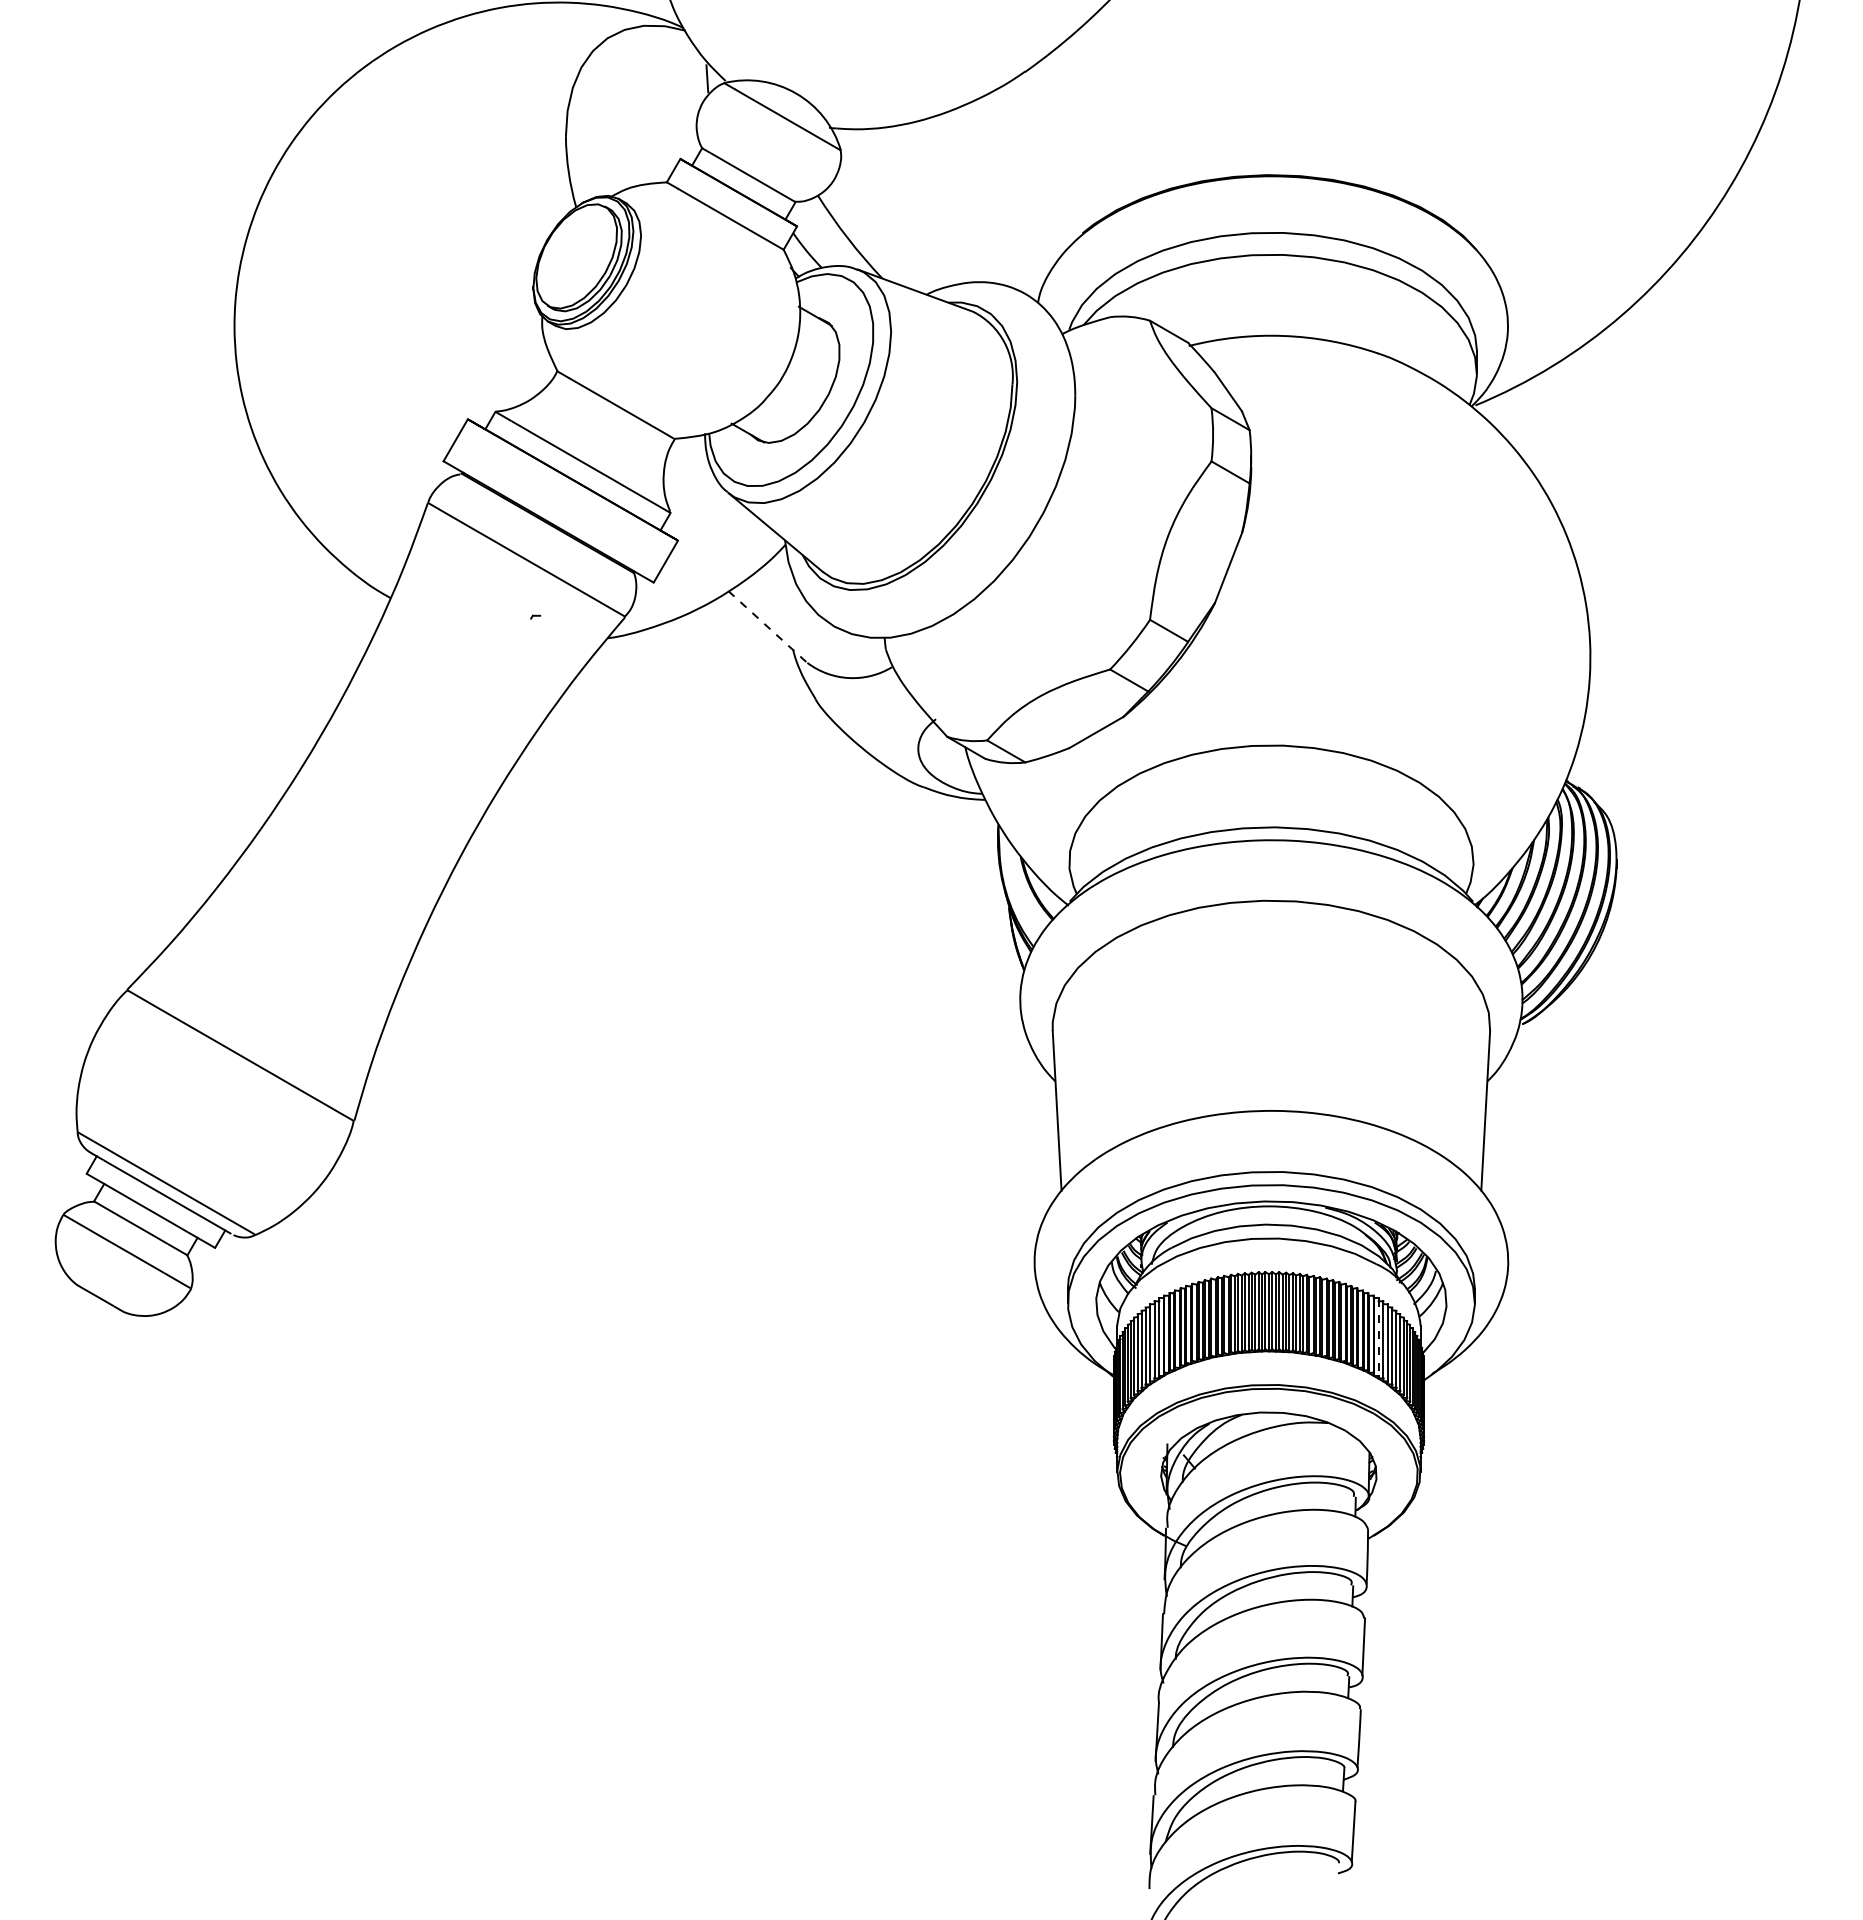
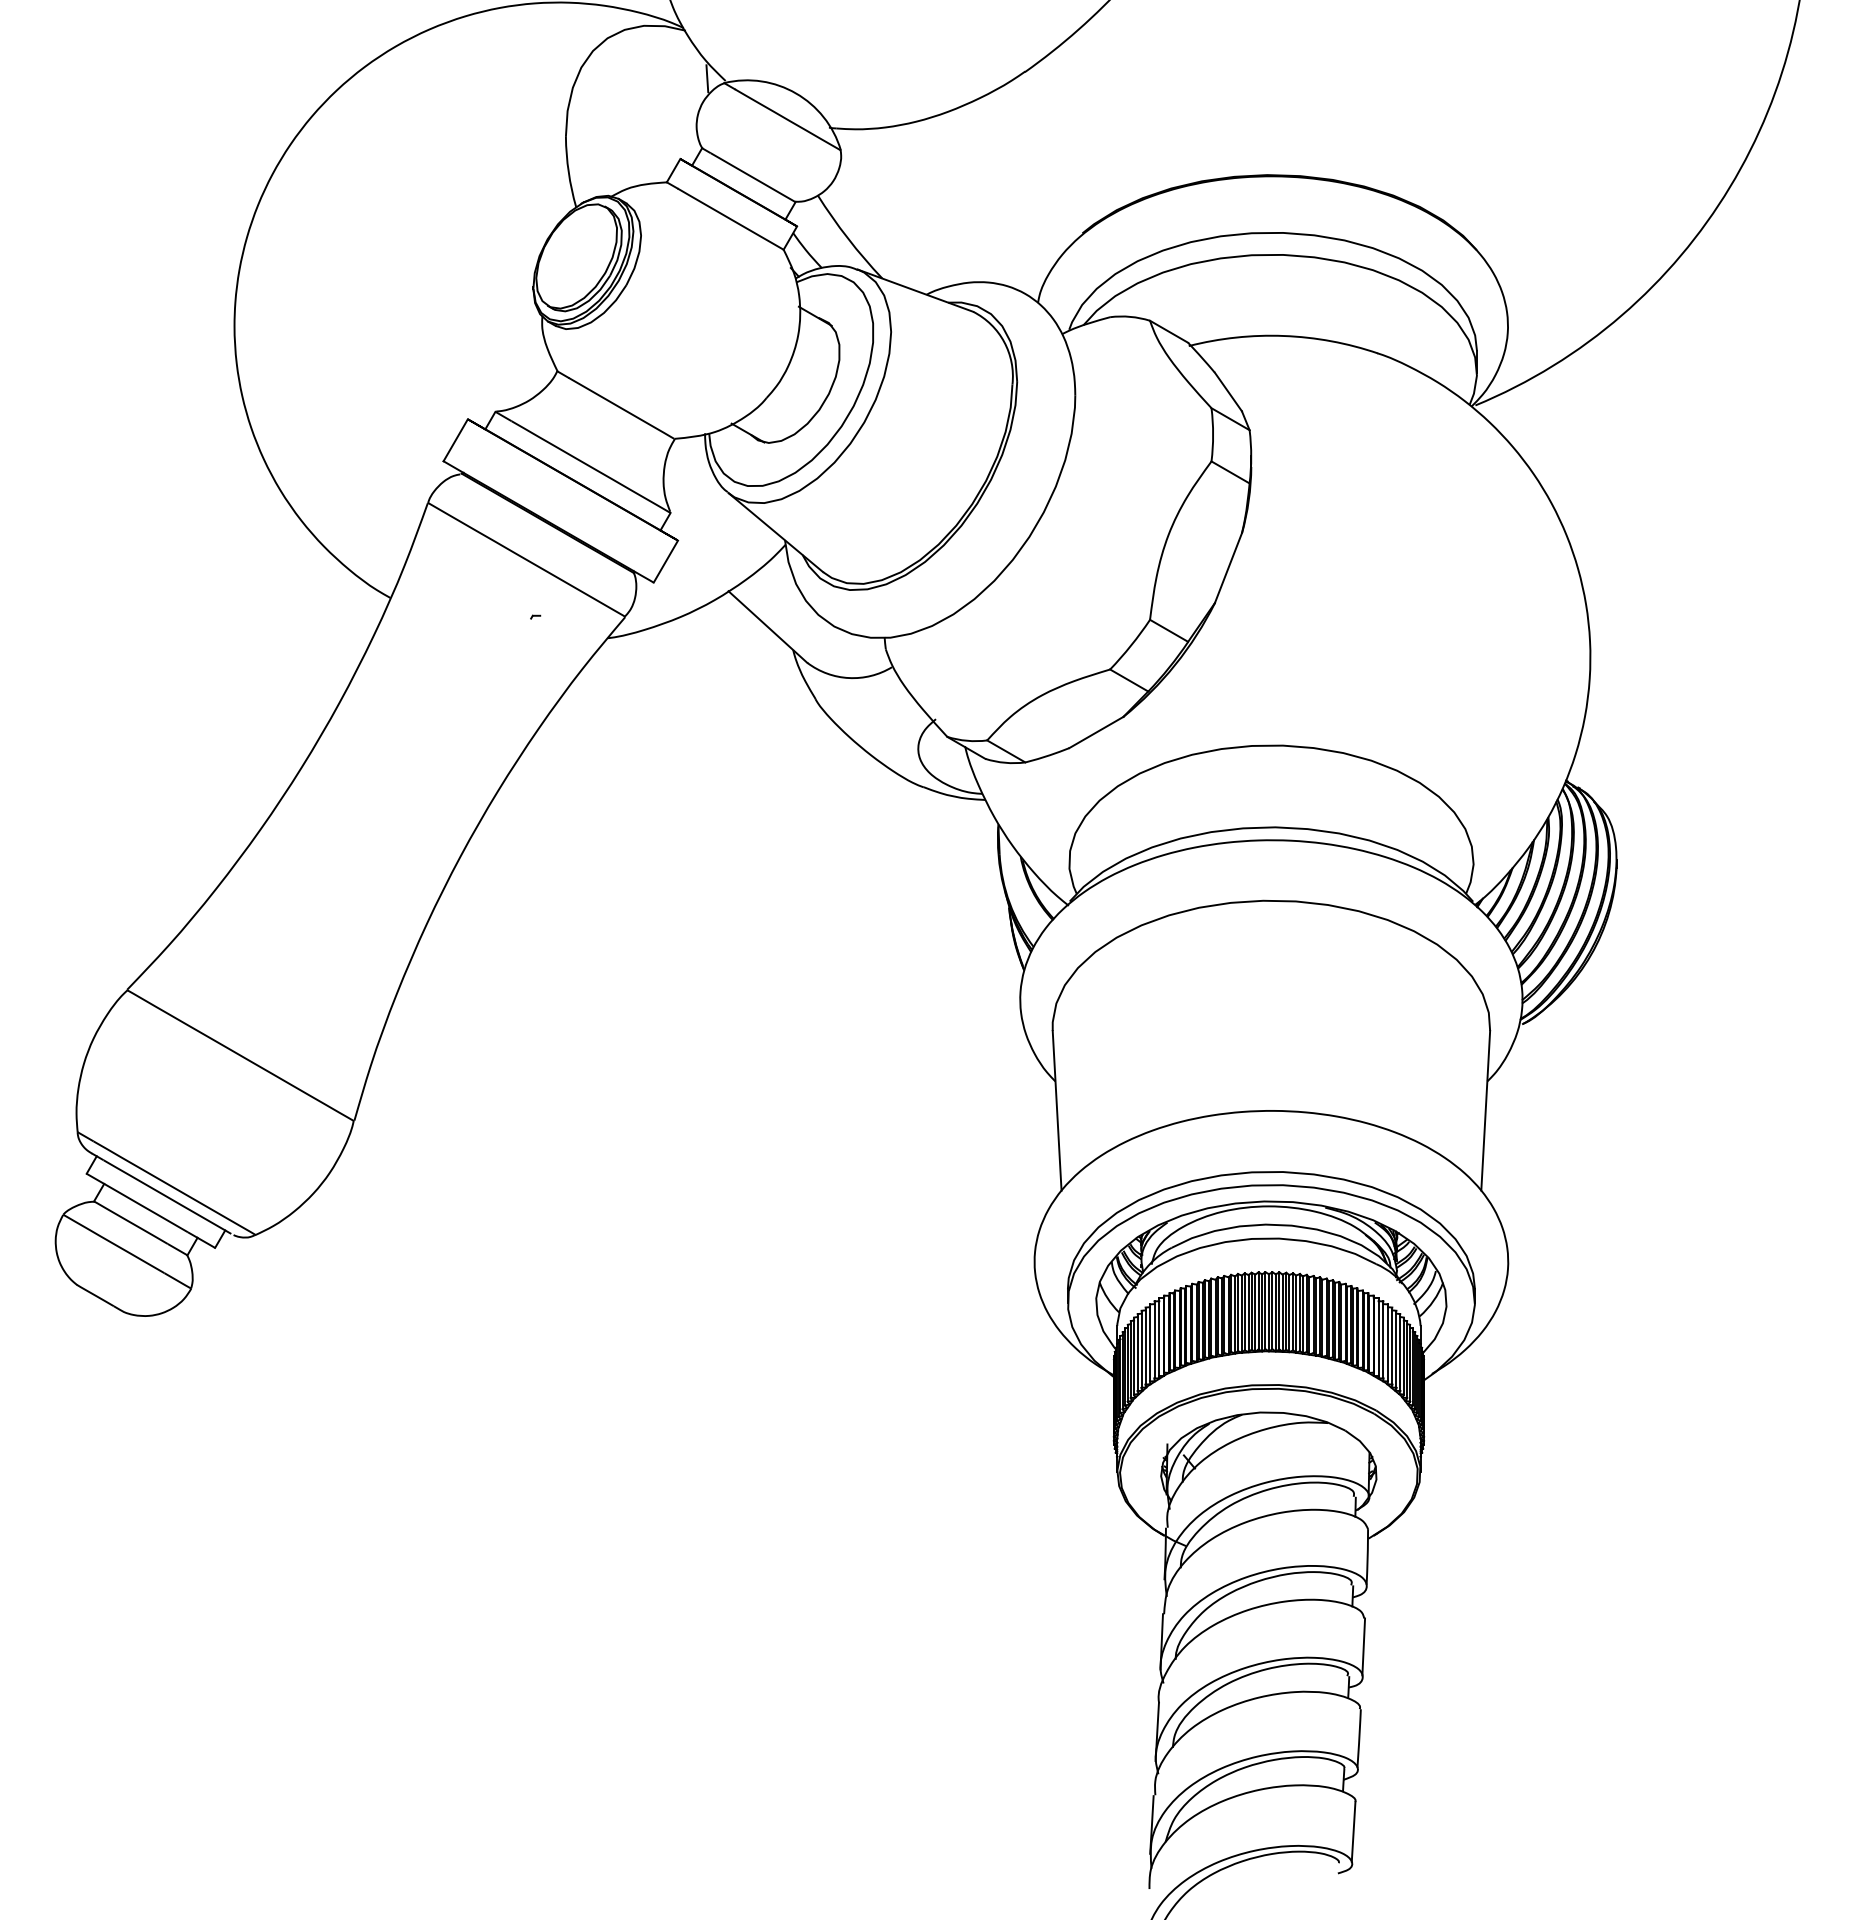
line at (768, 627): dashed -> solid
line at (1378, 1337): dashed -> solid
